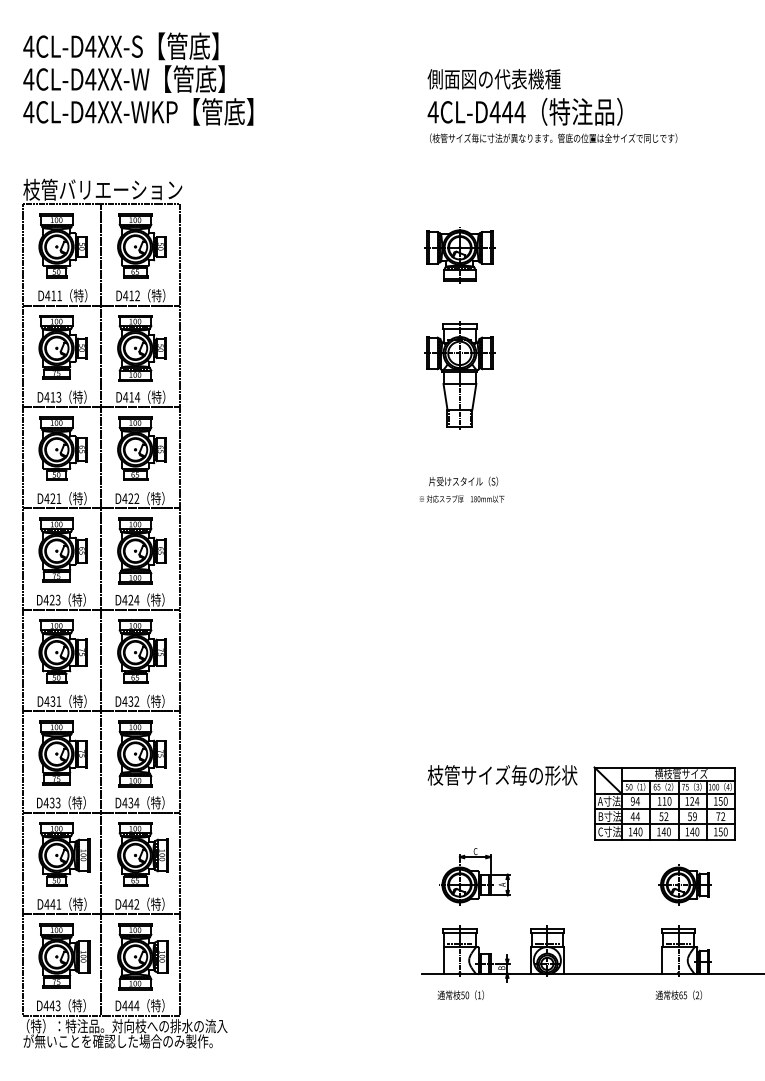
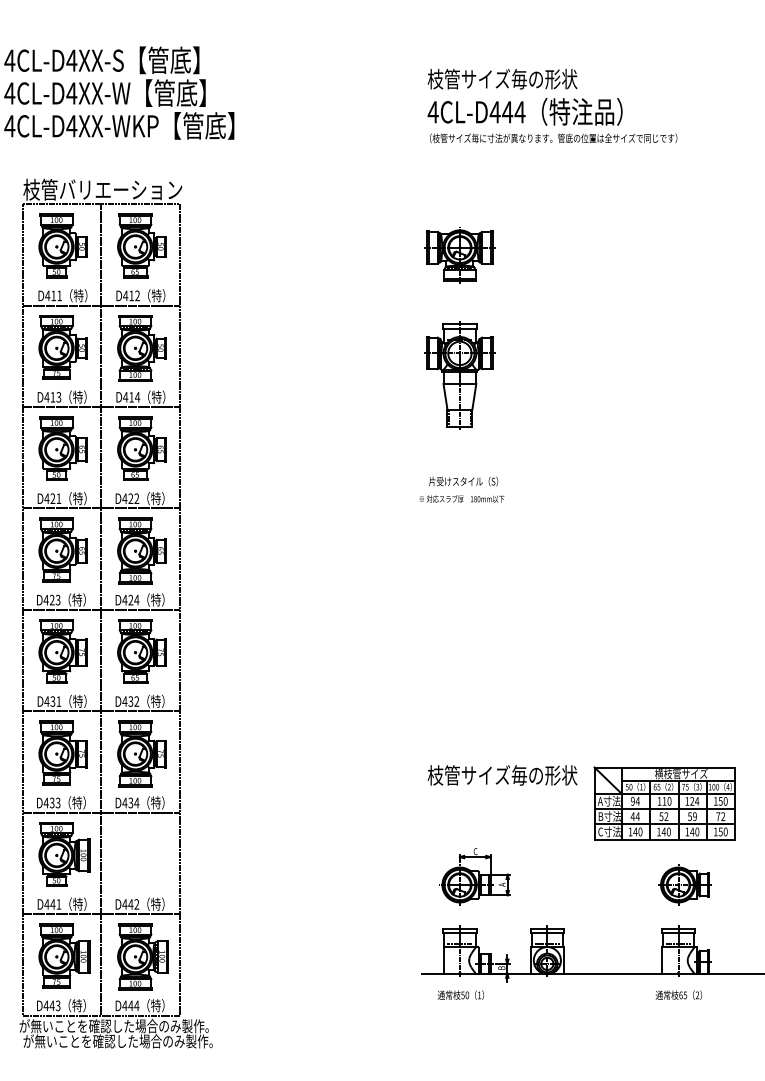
text at (138, 78) position: (138, 78) -> (119, 92)
text at (502, 79): 側面図の代表機種 -> 枝管サイズ毎の形状
part at (142, 854): present -> none
text at (123, 1026): （特）：特注品。対向枝への排水の流入 -> が無いことを確認した場合のみ製作。
